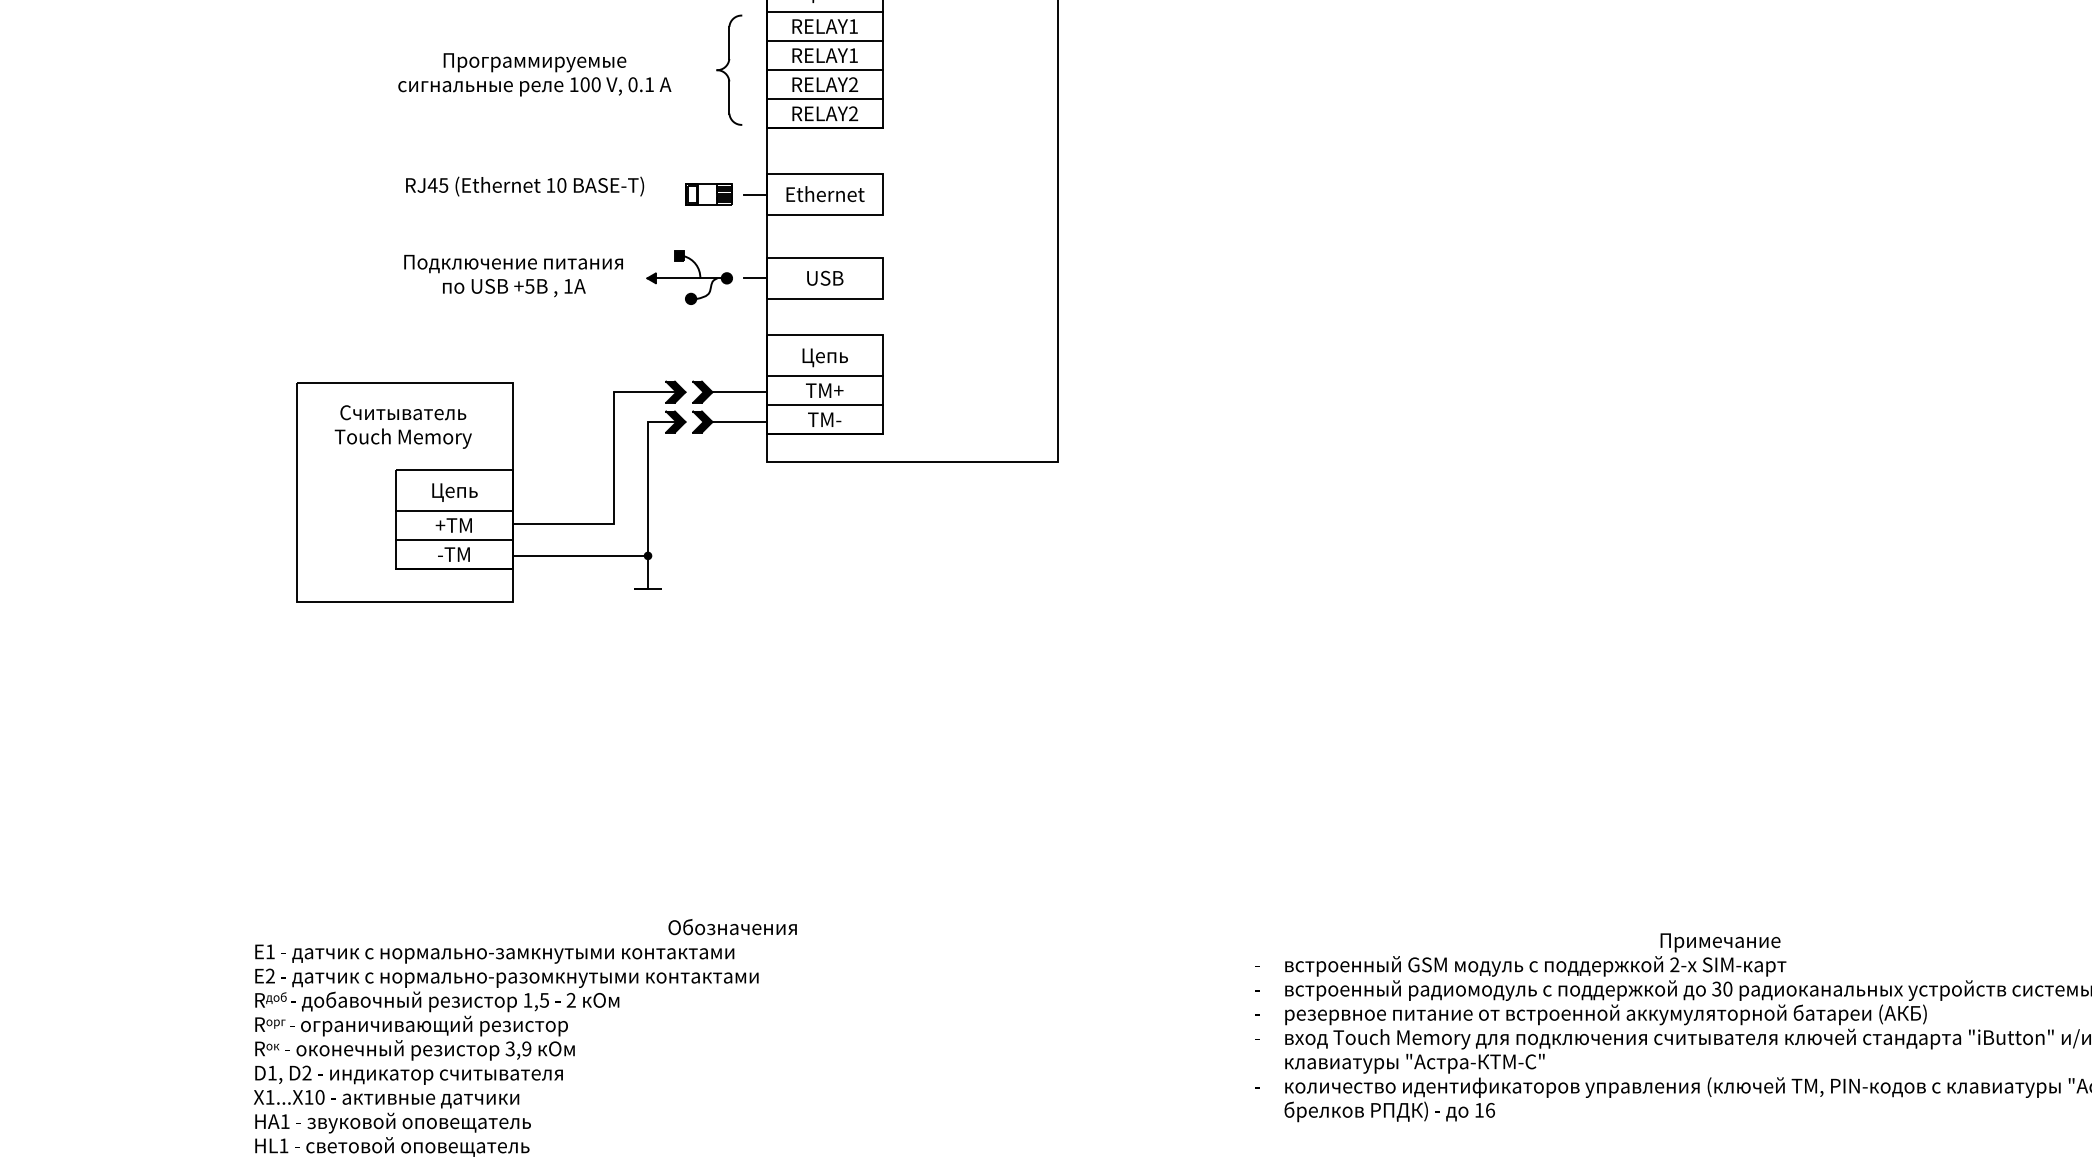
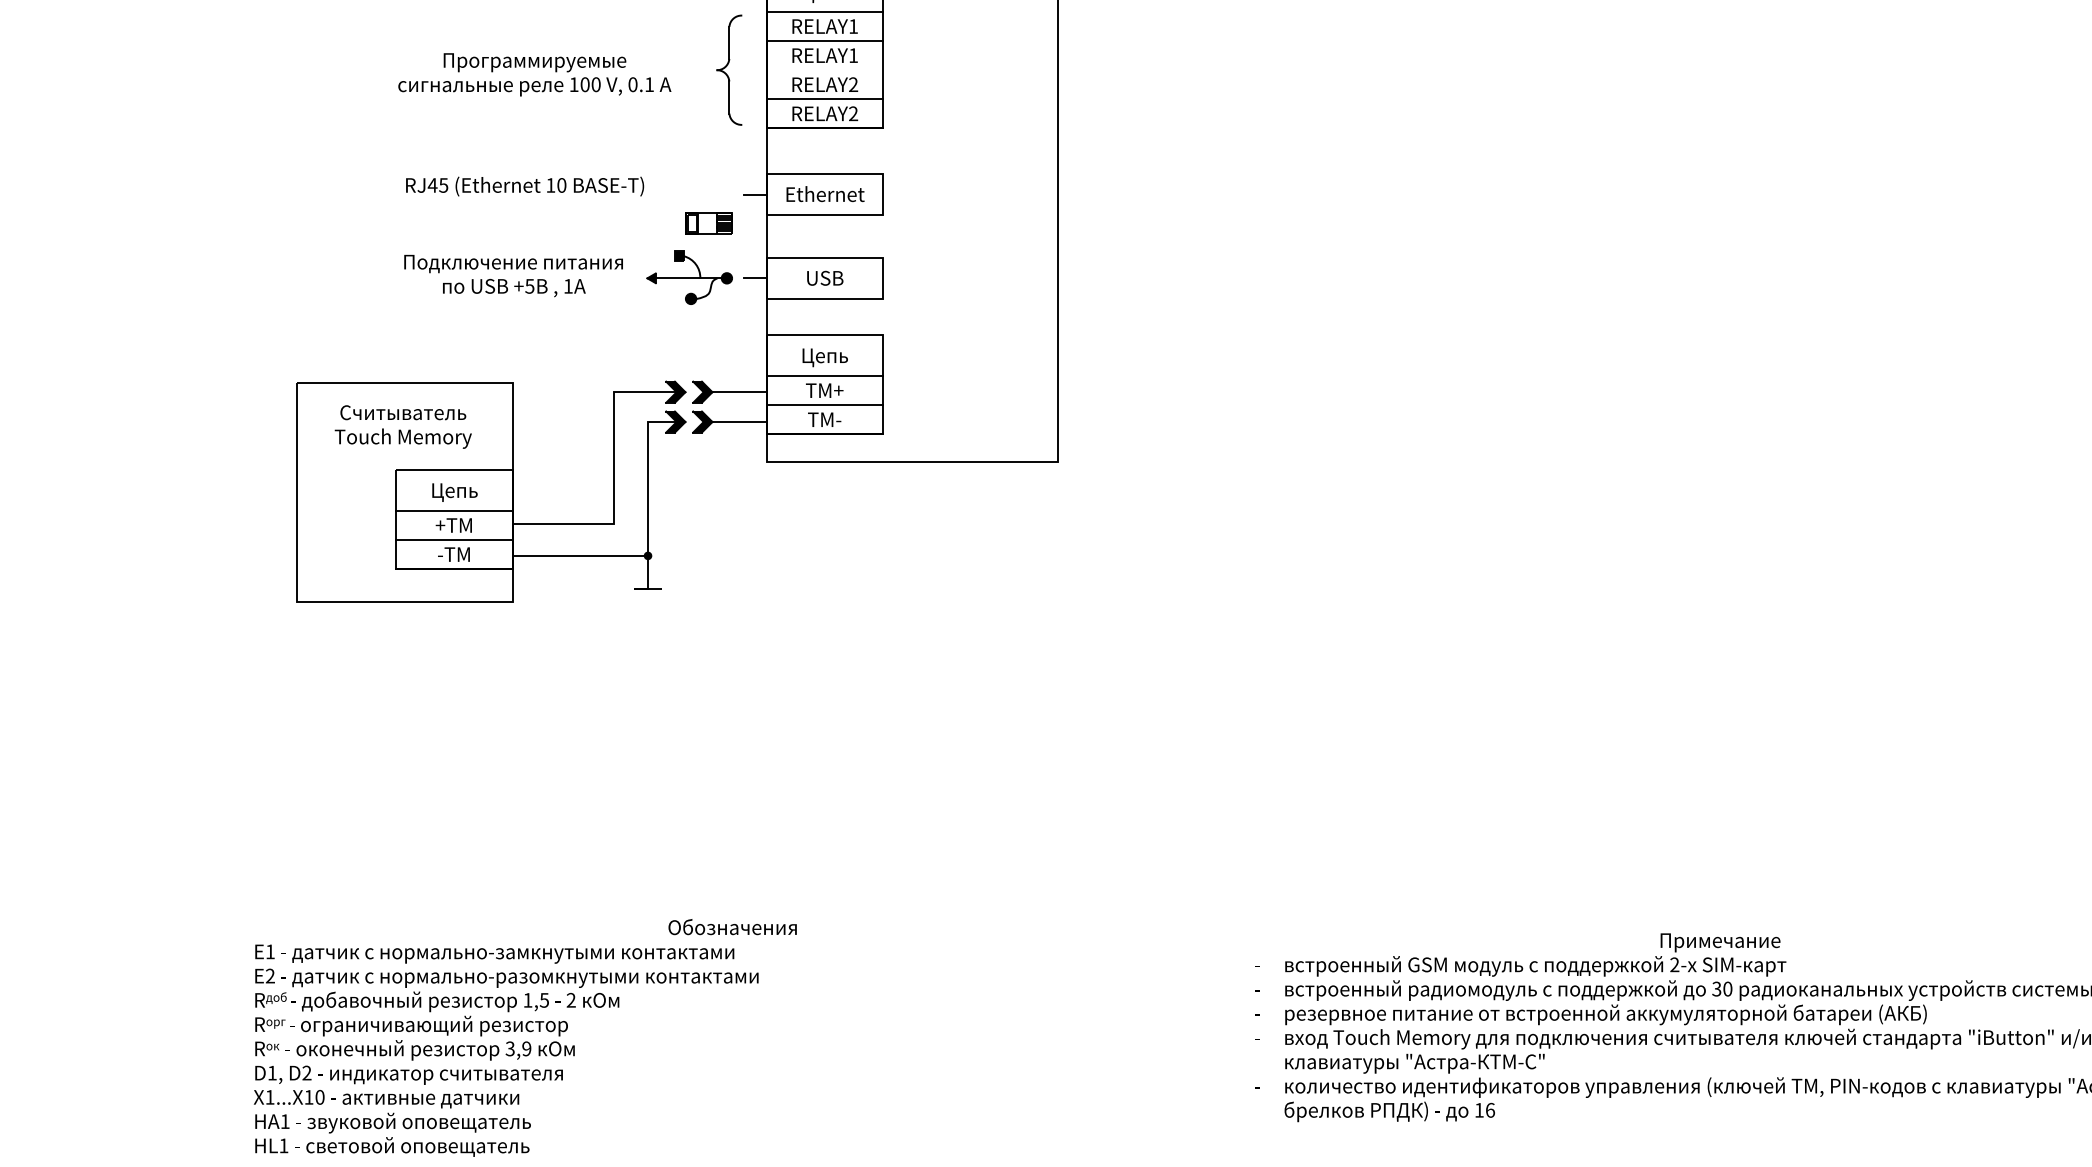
line at (824, 70): present -> none
part at (708, 194) position: (708, 194) -> (708, 223)
